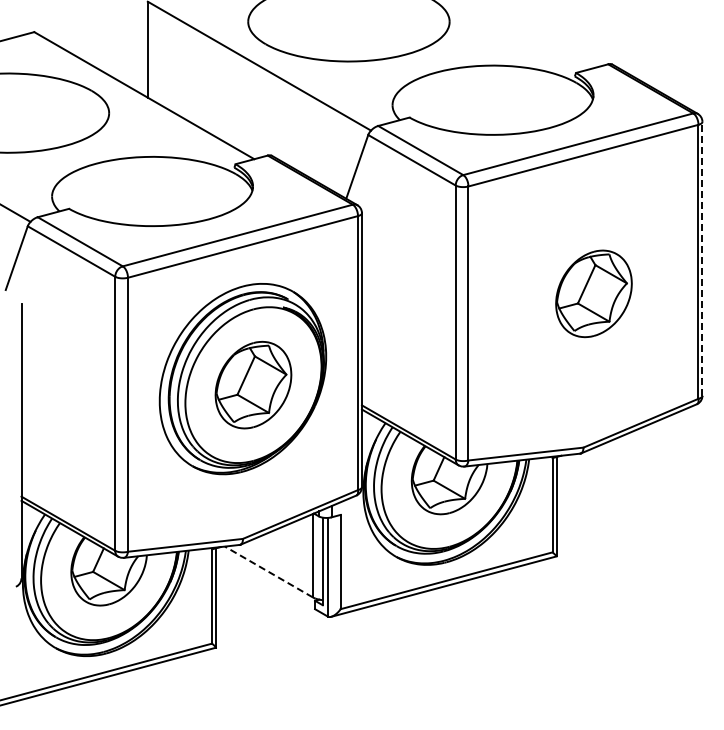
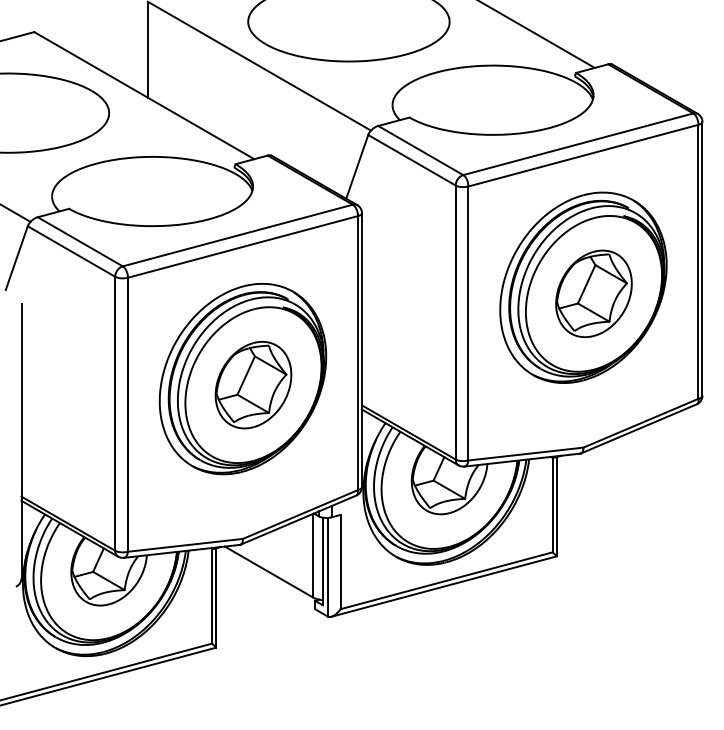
line at (537, 34): none -> present
line at (702, 258): dashed -> solid
part at (583, 287): none -> present
line at (268, 571): dashed -> solid
